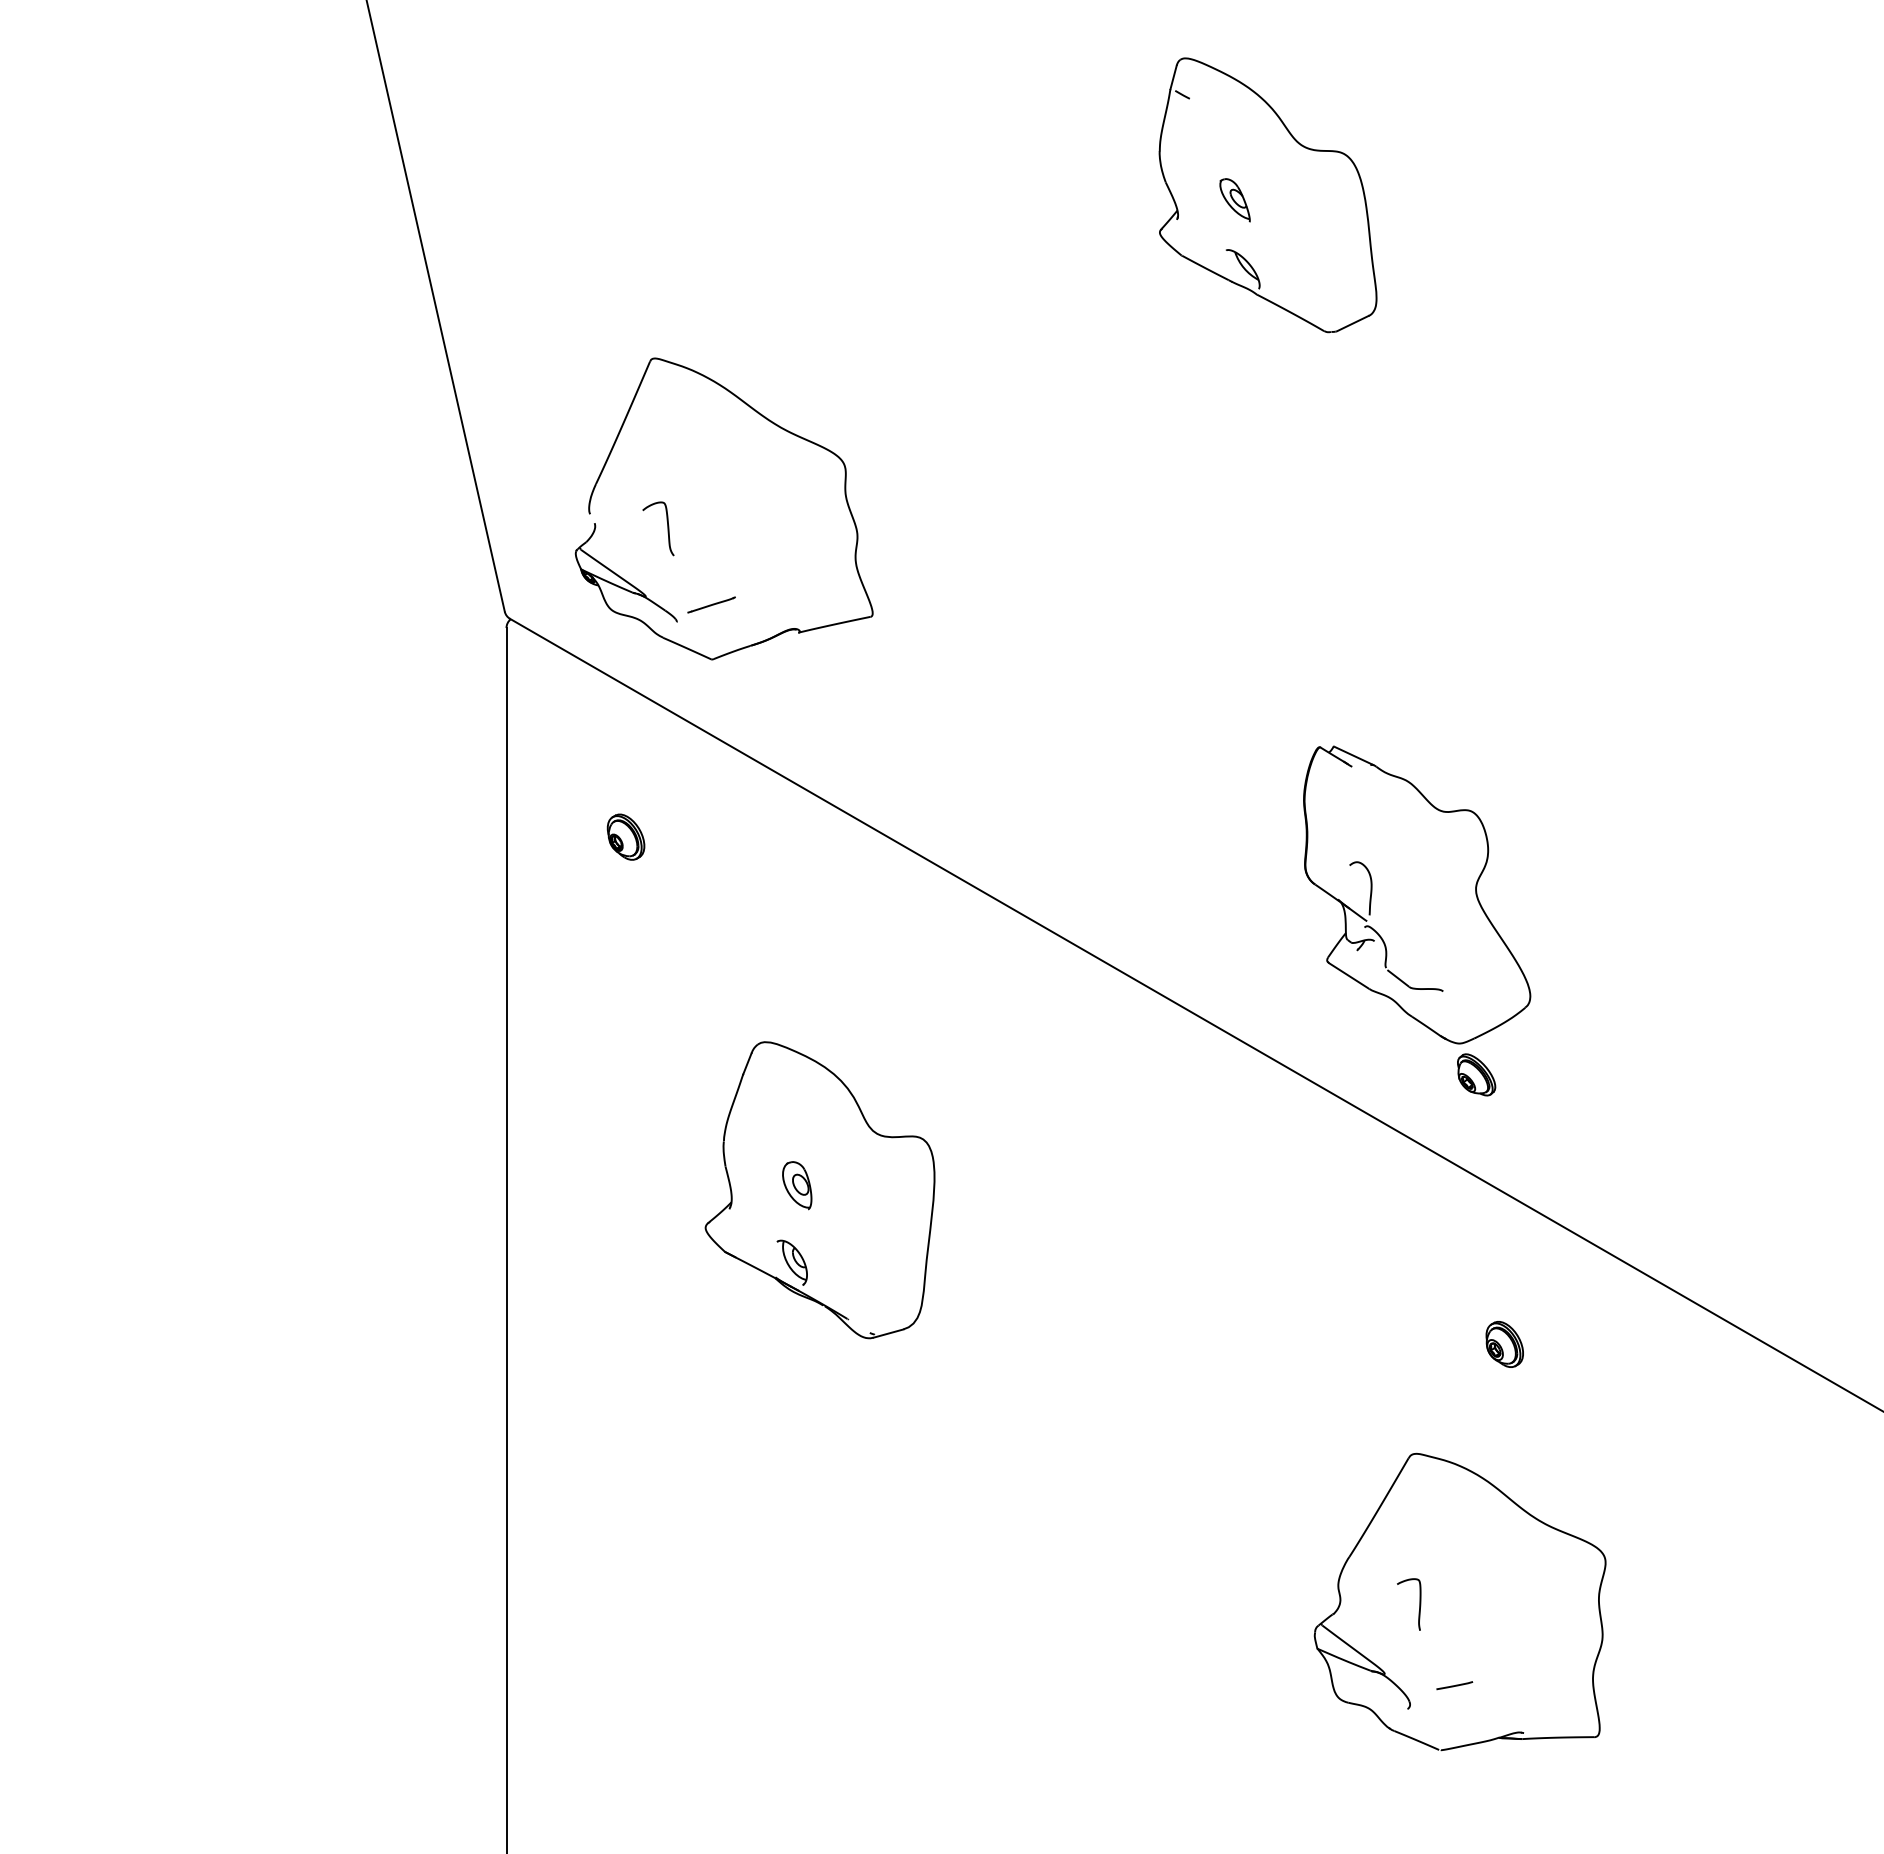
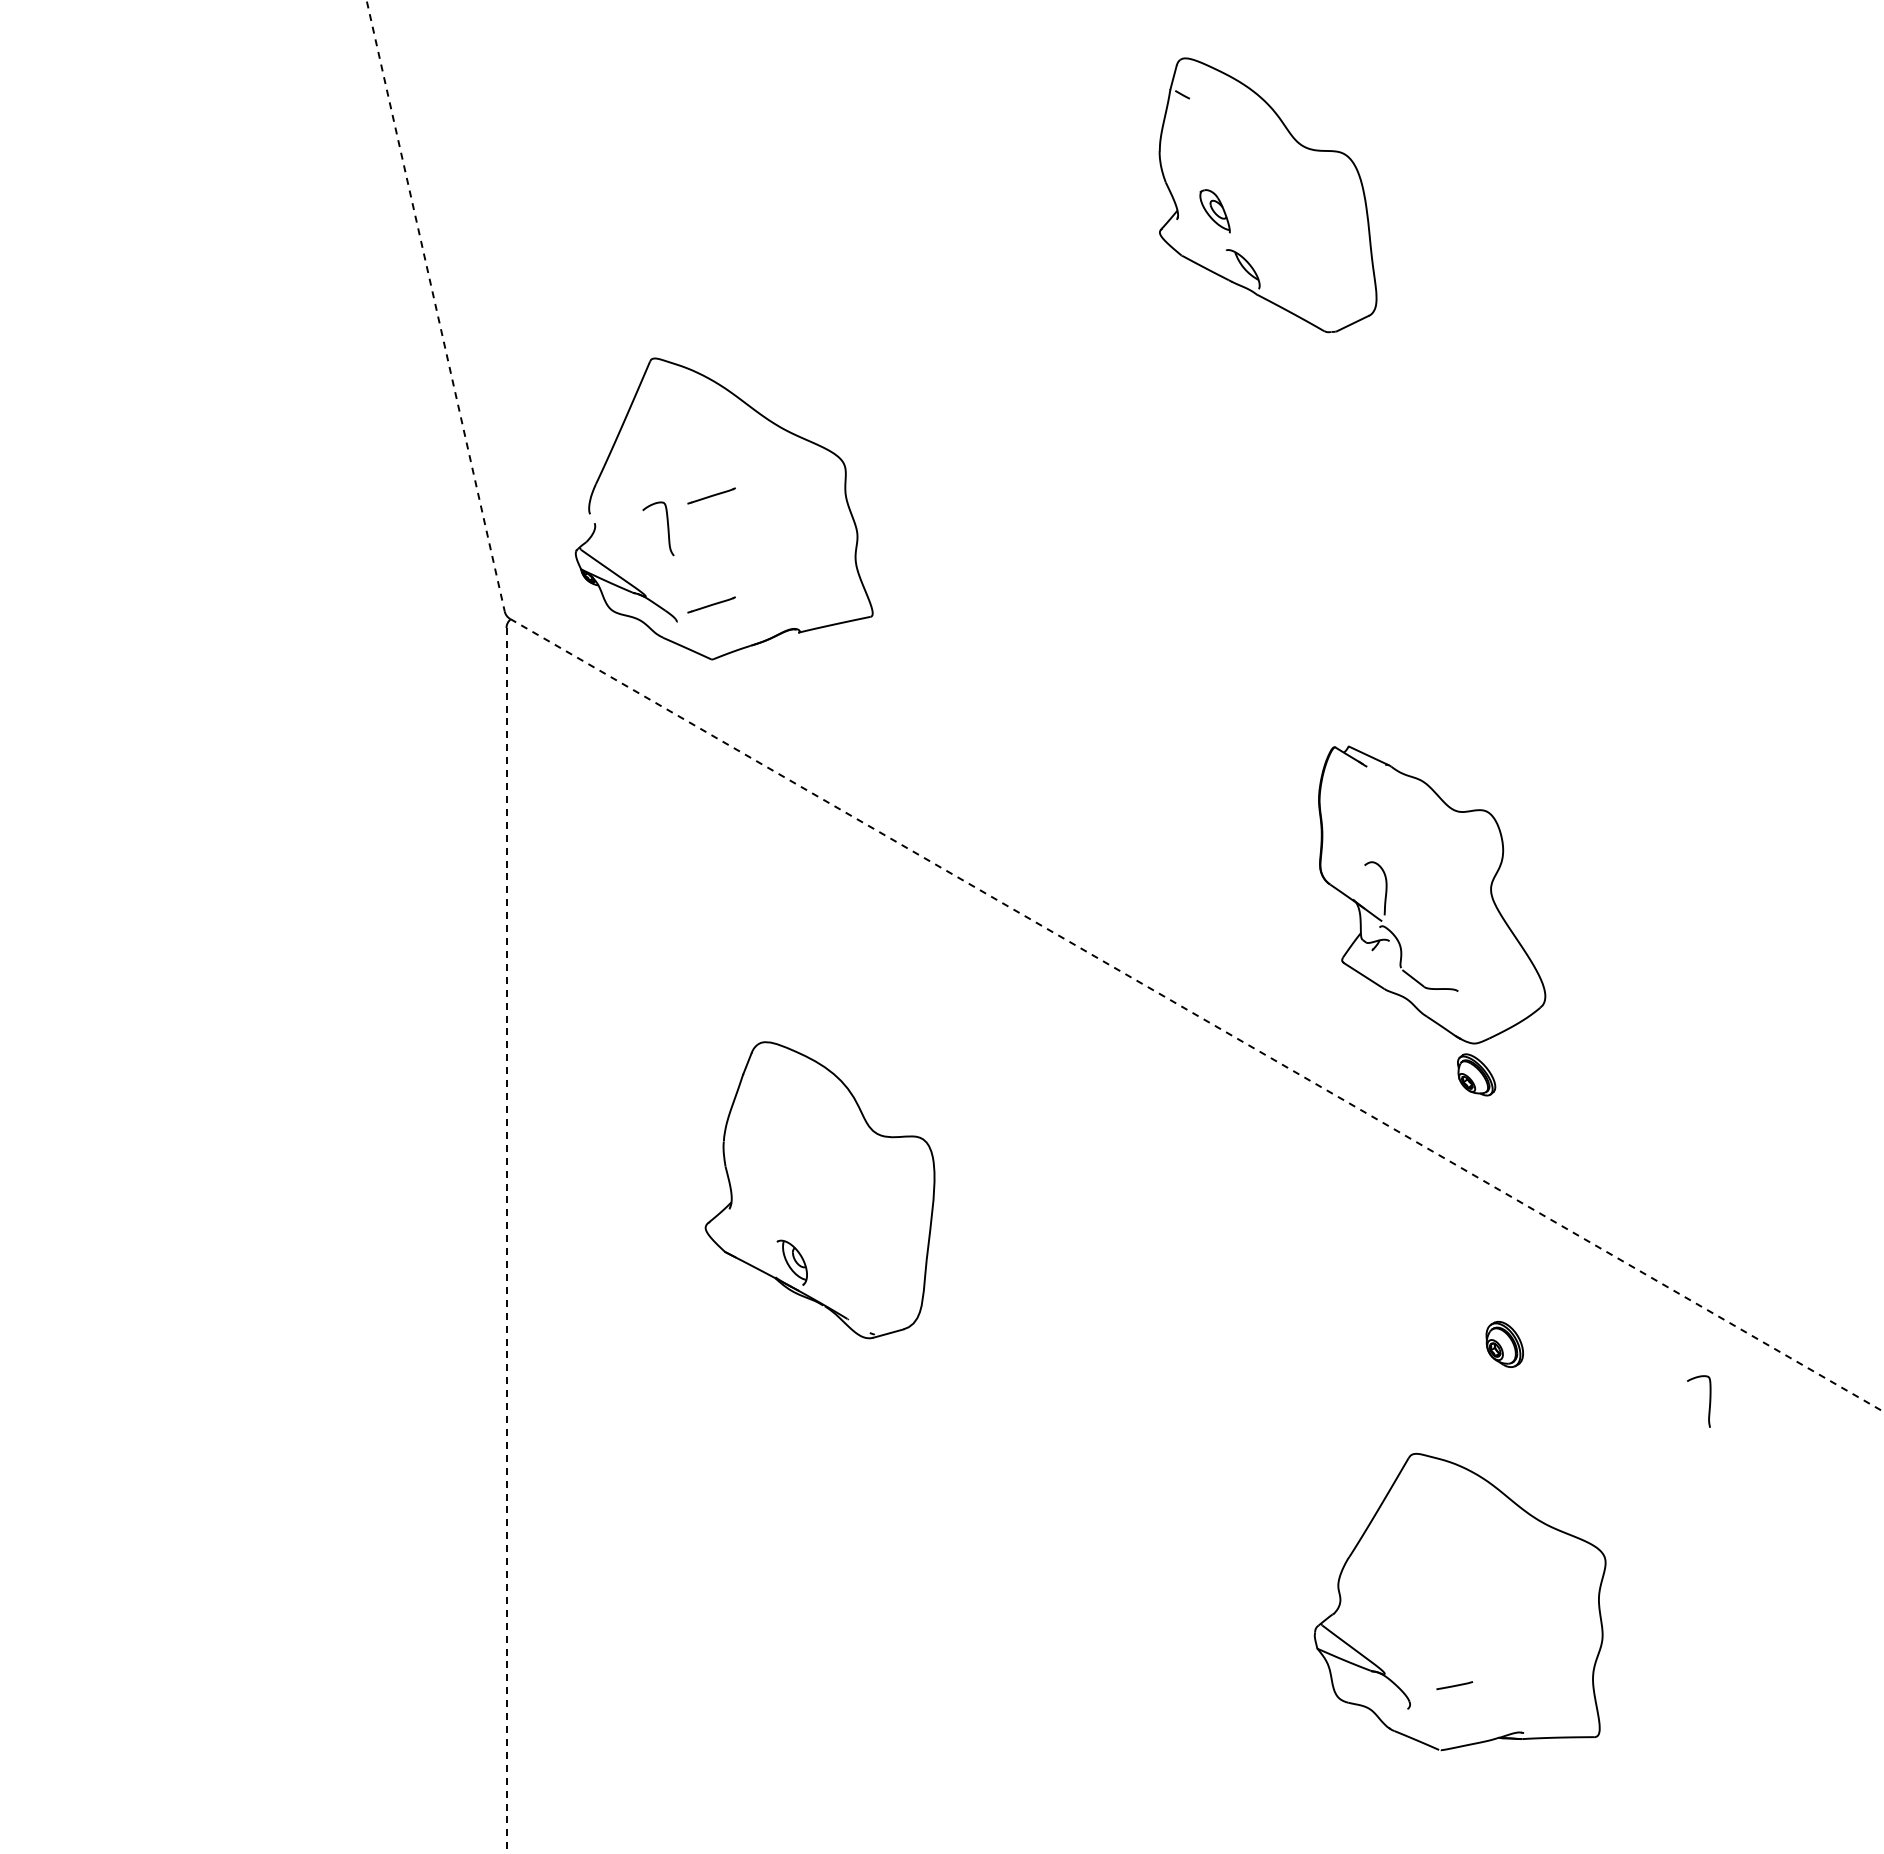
part at (1234, 200) position: (1234, 200) -> (1214, 211)
line at (435, 306): solid -> dashed
line at (711, 495): none -> present
part at (625, 836): present -> none
part at (1417, 894) position: (1417, 894) -> (1432, 894)
line at (1197, 1015): solid -> dashed
part at (797, 1185): present -> none
line at (506, 1240): solid -> dashed
curve at (1419, 1604) position: (1419, 1604) -> (1709, 1401)
